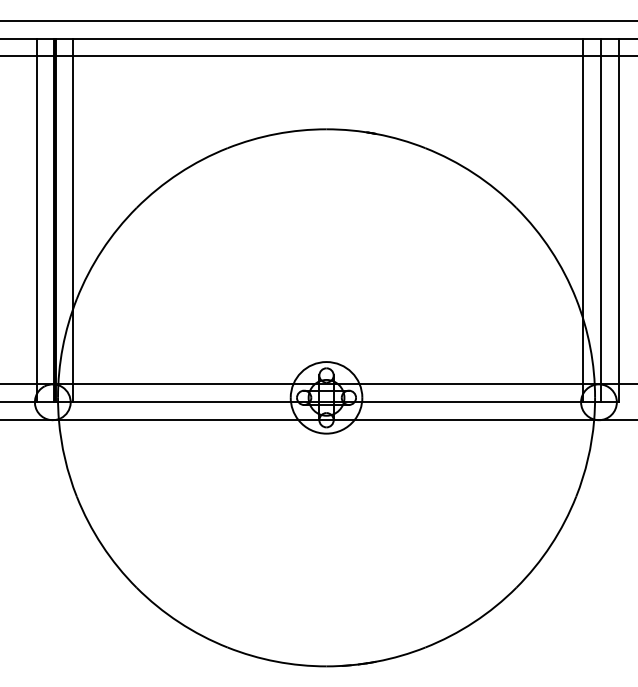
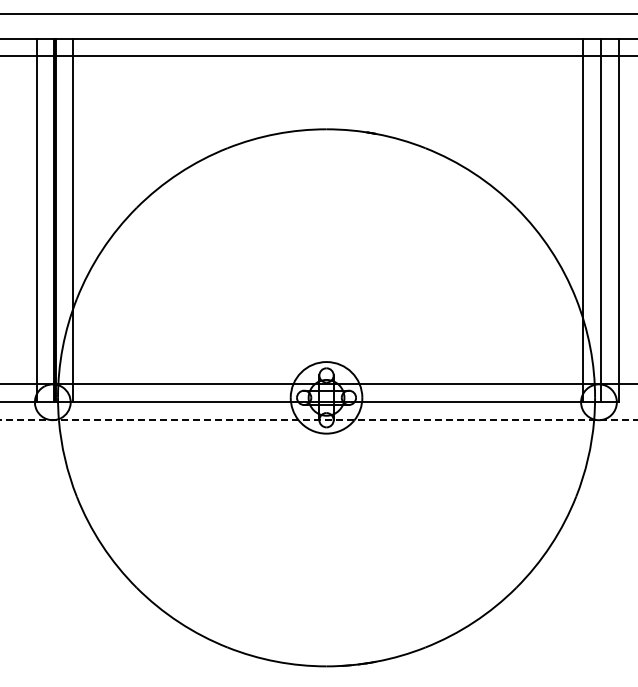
line at (318, 20) position: (318, 20) -> (318, 13)
line at (318, 420): solid -> dashed
